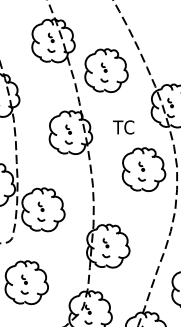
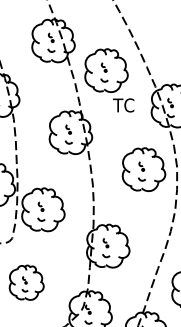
text at (123, 127) position: (123, 127) -> (123, 105)
part at (26, 282) size: 45x46 px -> 37x37 px
